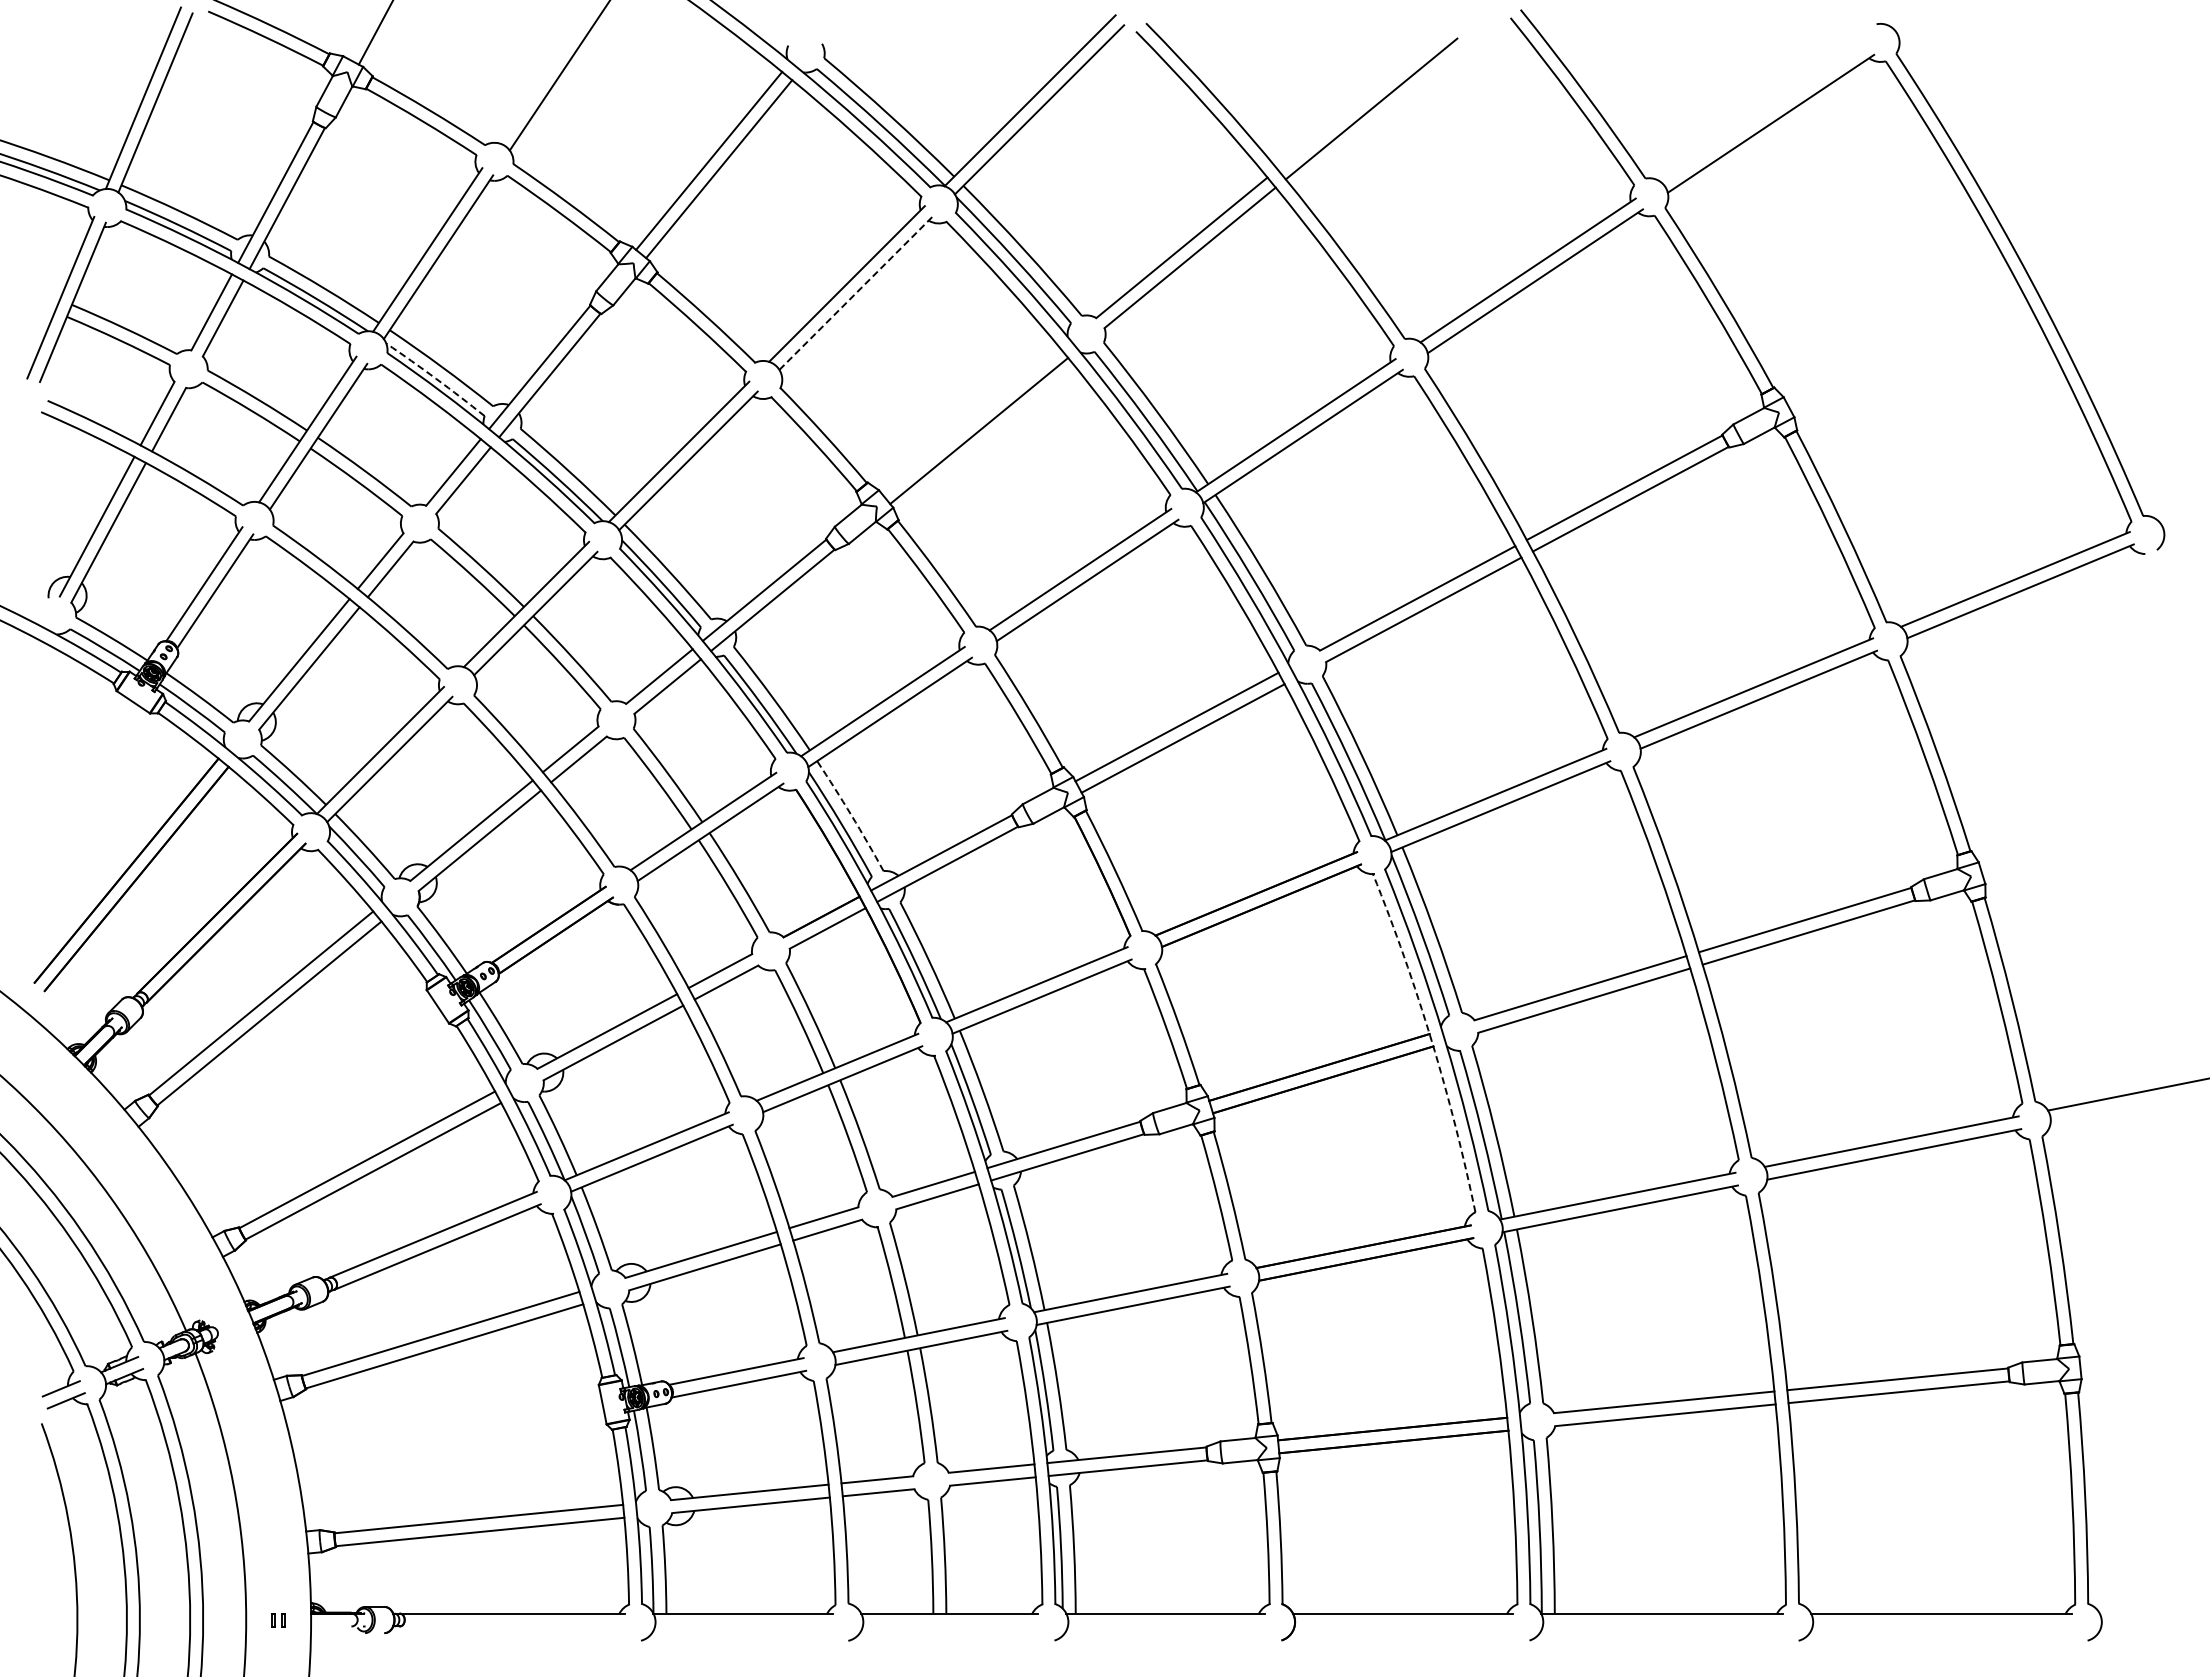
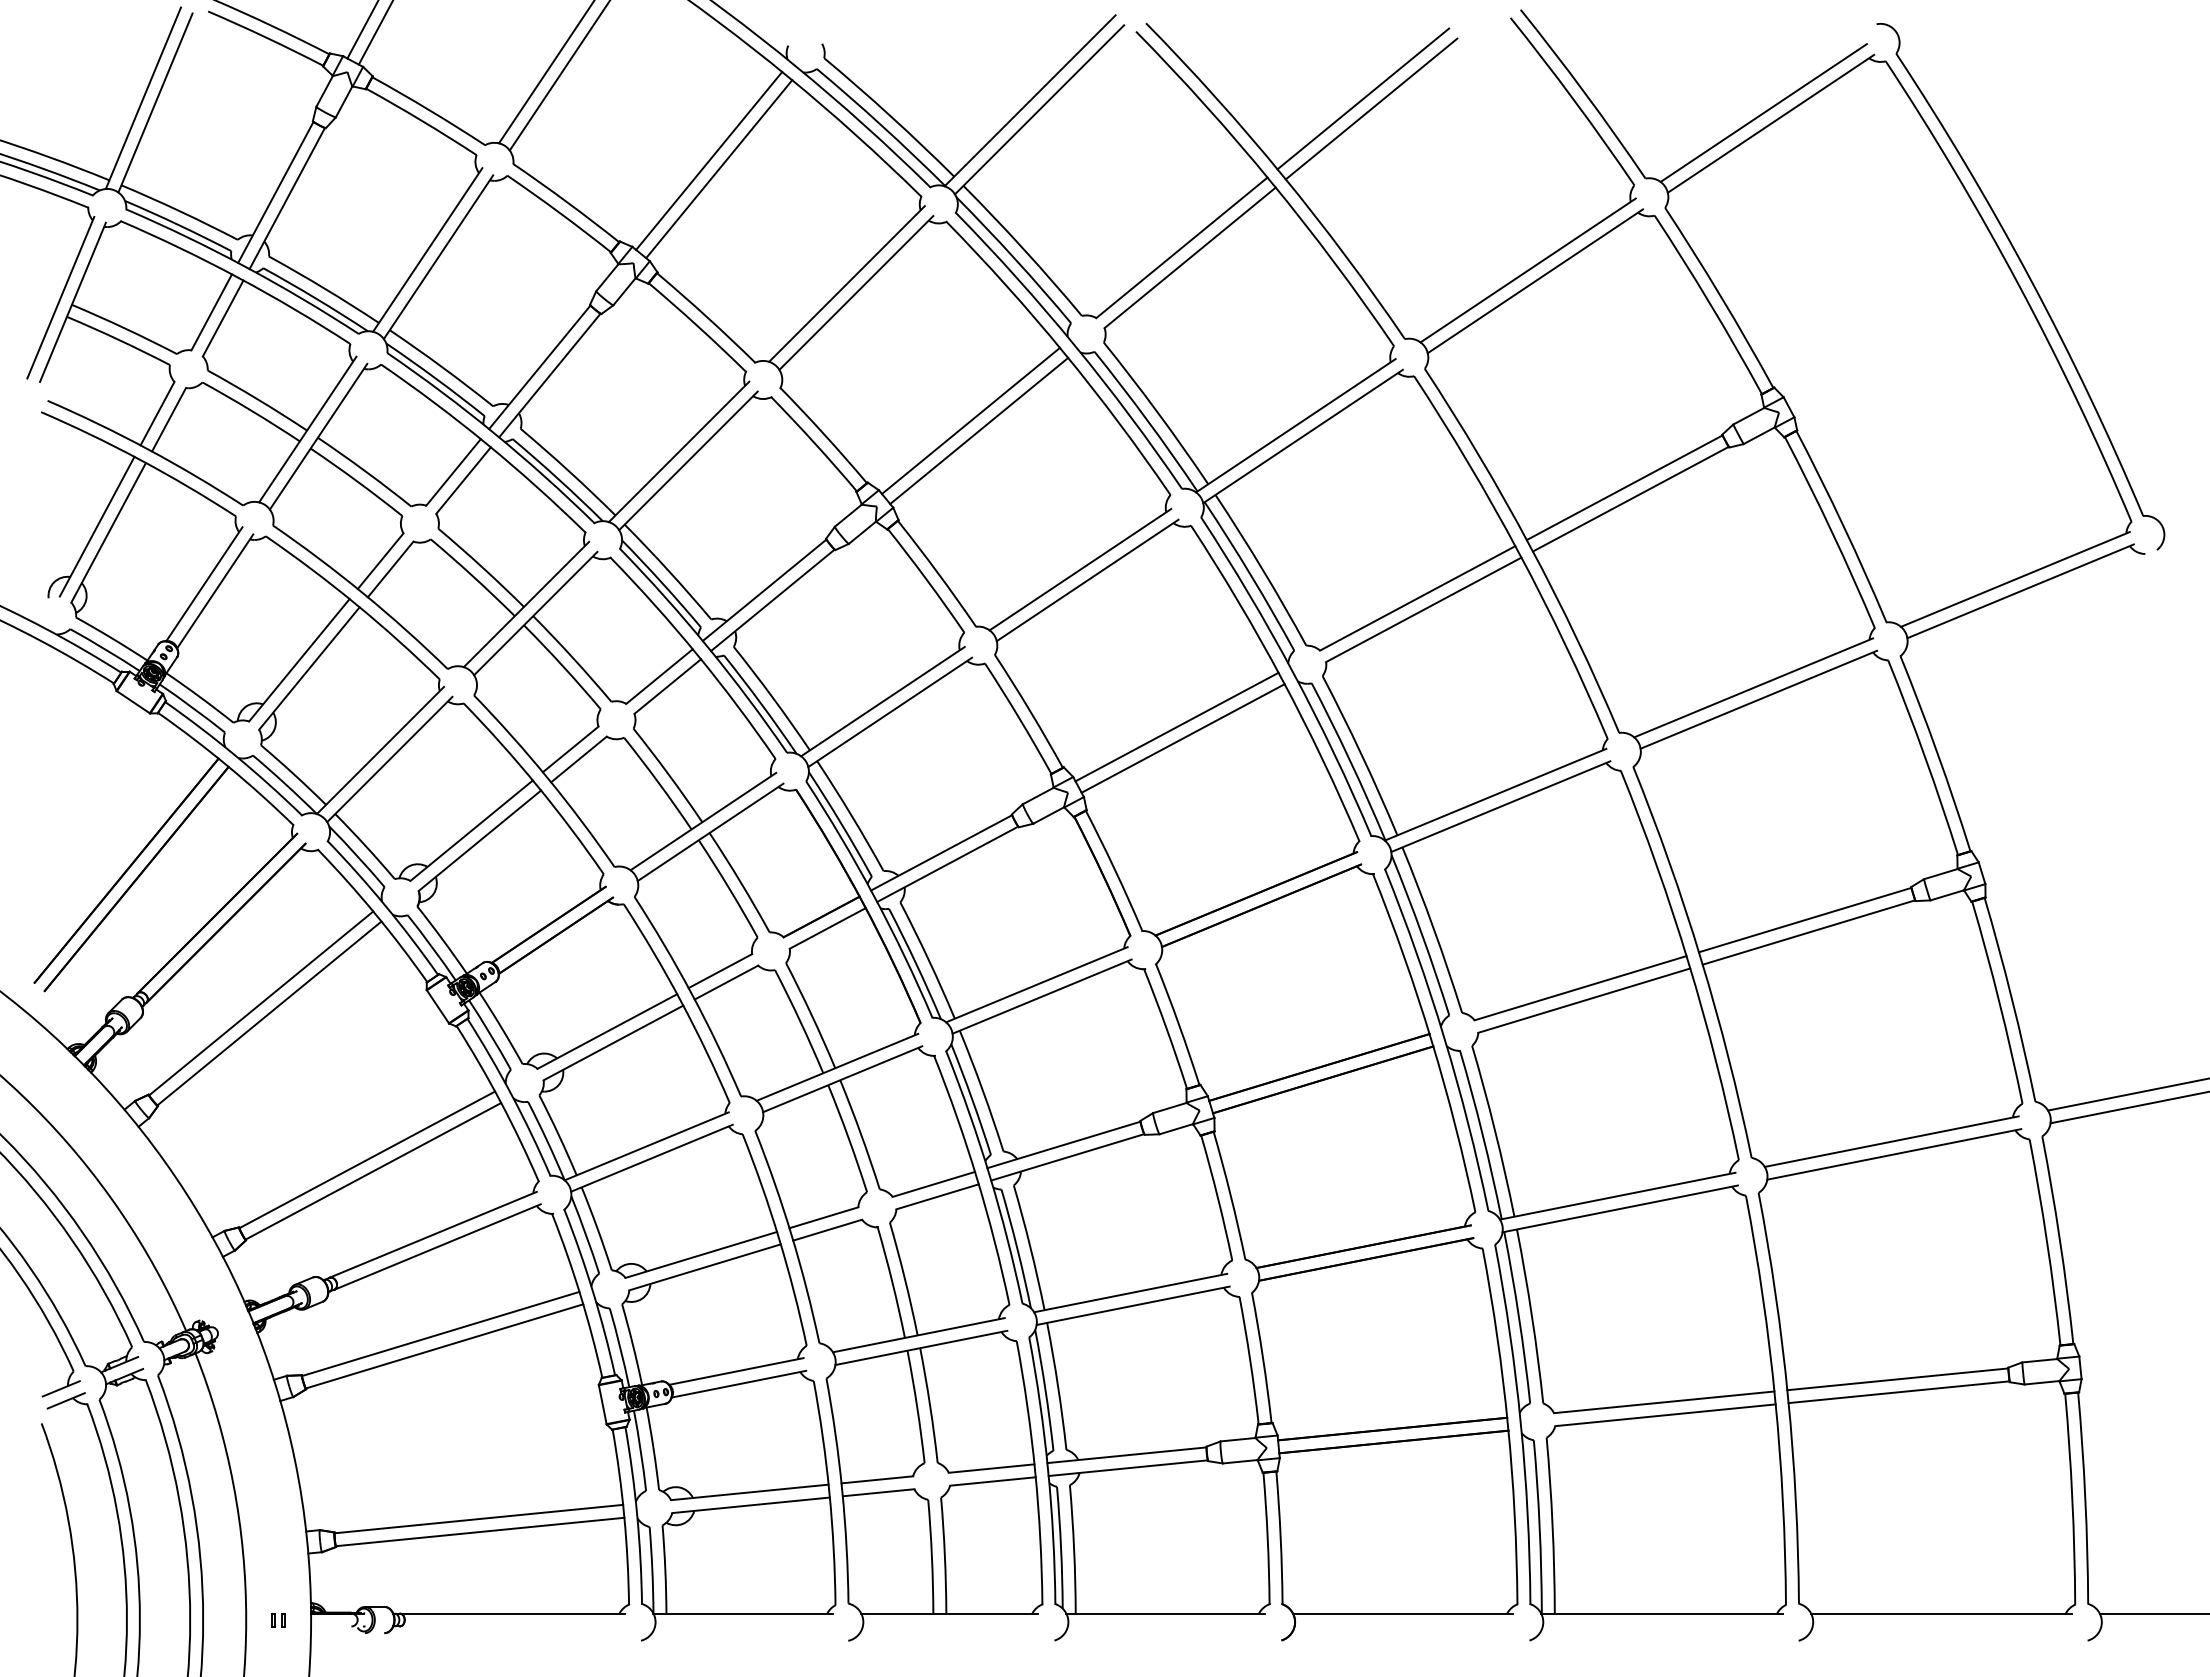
line at (362, 30): none -> present
line at (546, 72): none -> present
line at (1363, 98): none -> present
line at (1763, 112): none -> present
line at (856, 292): dashed -> solid
arc at (436, 378): dashed -> solid
line at (971, 420): none -> present
arc at (851, 815): dashed -> solid
arc at (1431, 1040): dashed -> solid
line at (2128, 1107): none -> present
line at (2152, 1613): none -> present
